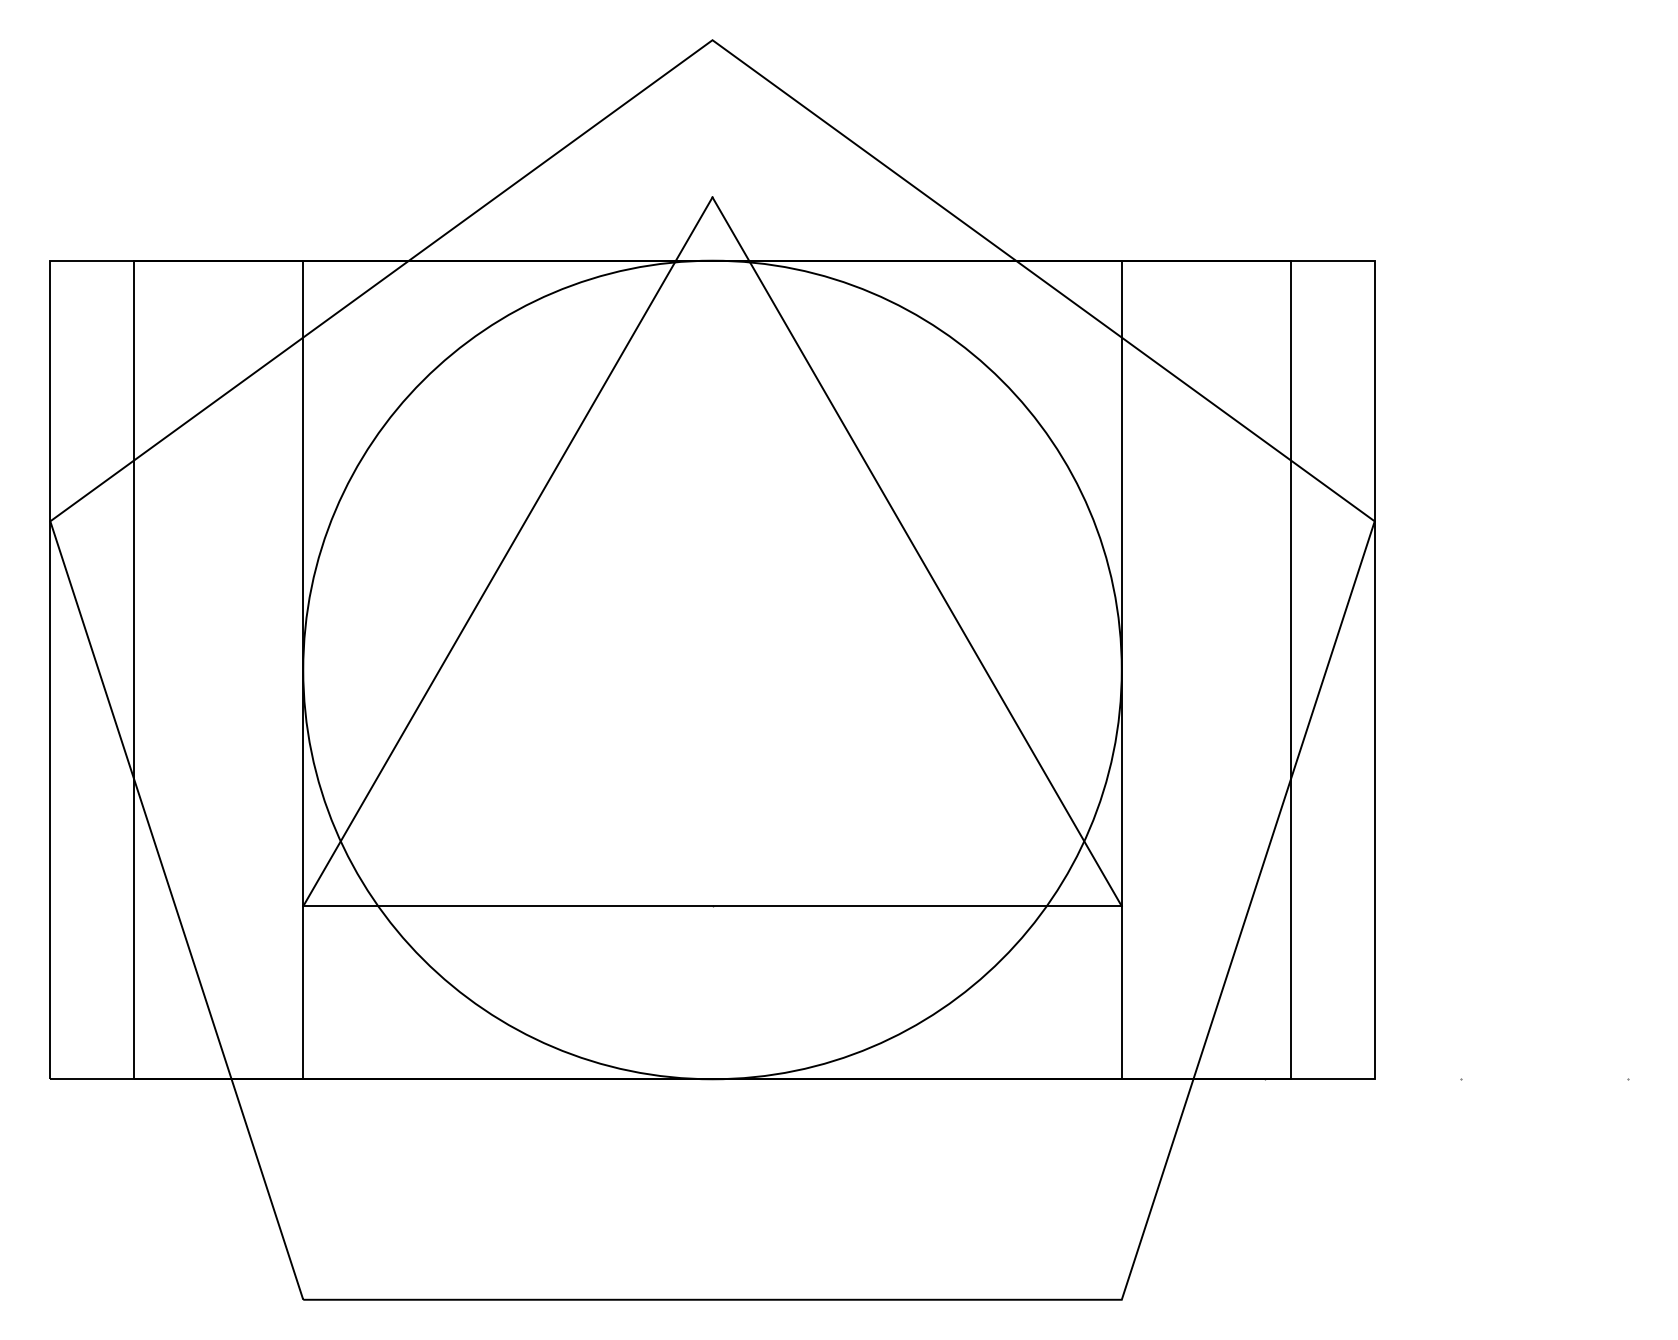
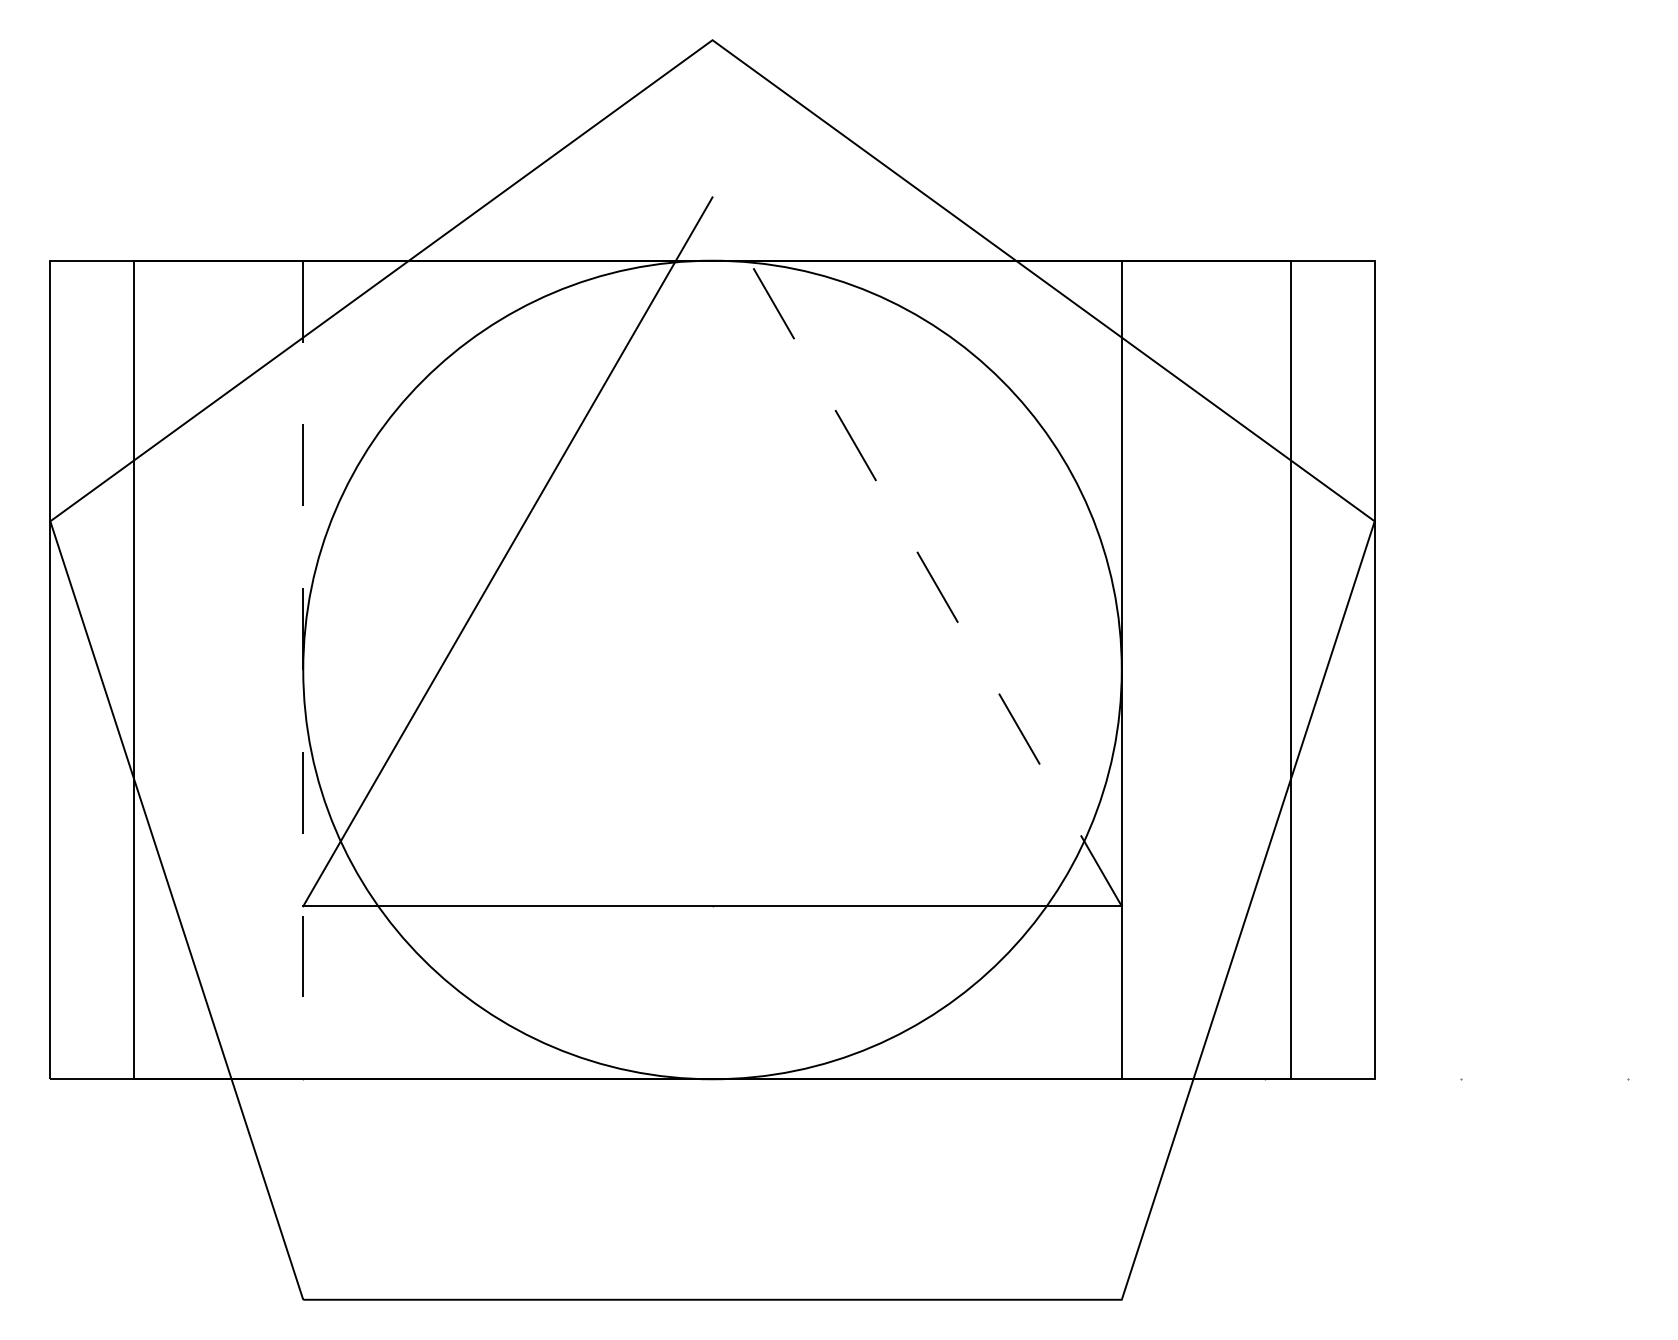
line at (916, 551): solid -> dashed
line at (303, 670): solid -> dashed
